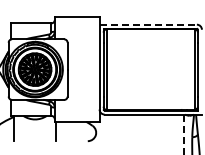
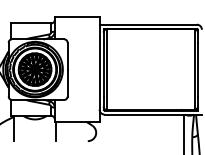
line at (148, 24): dashed -> solid
line at (184, 134): dashed -> solid
